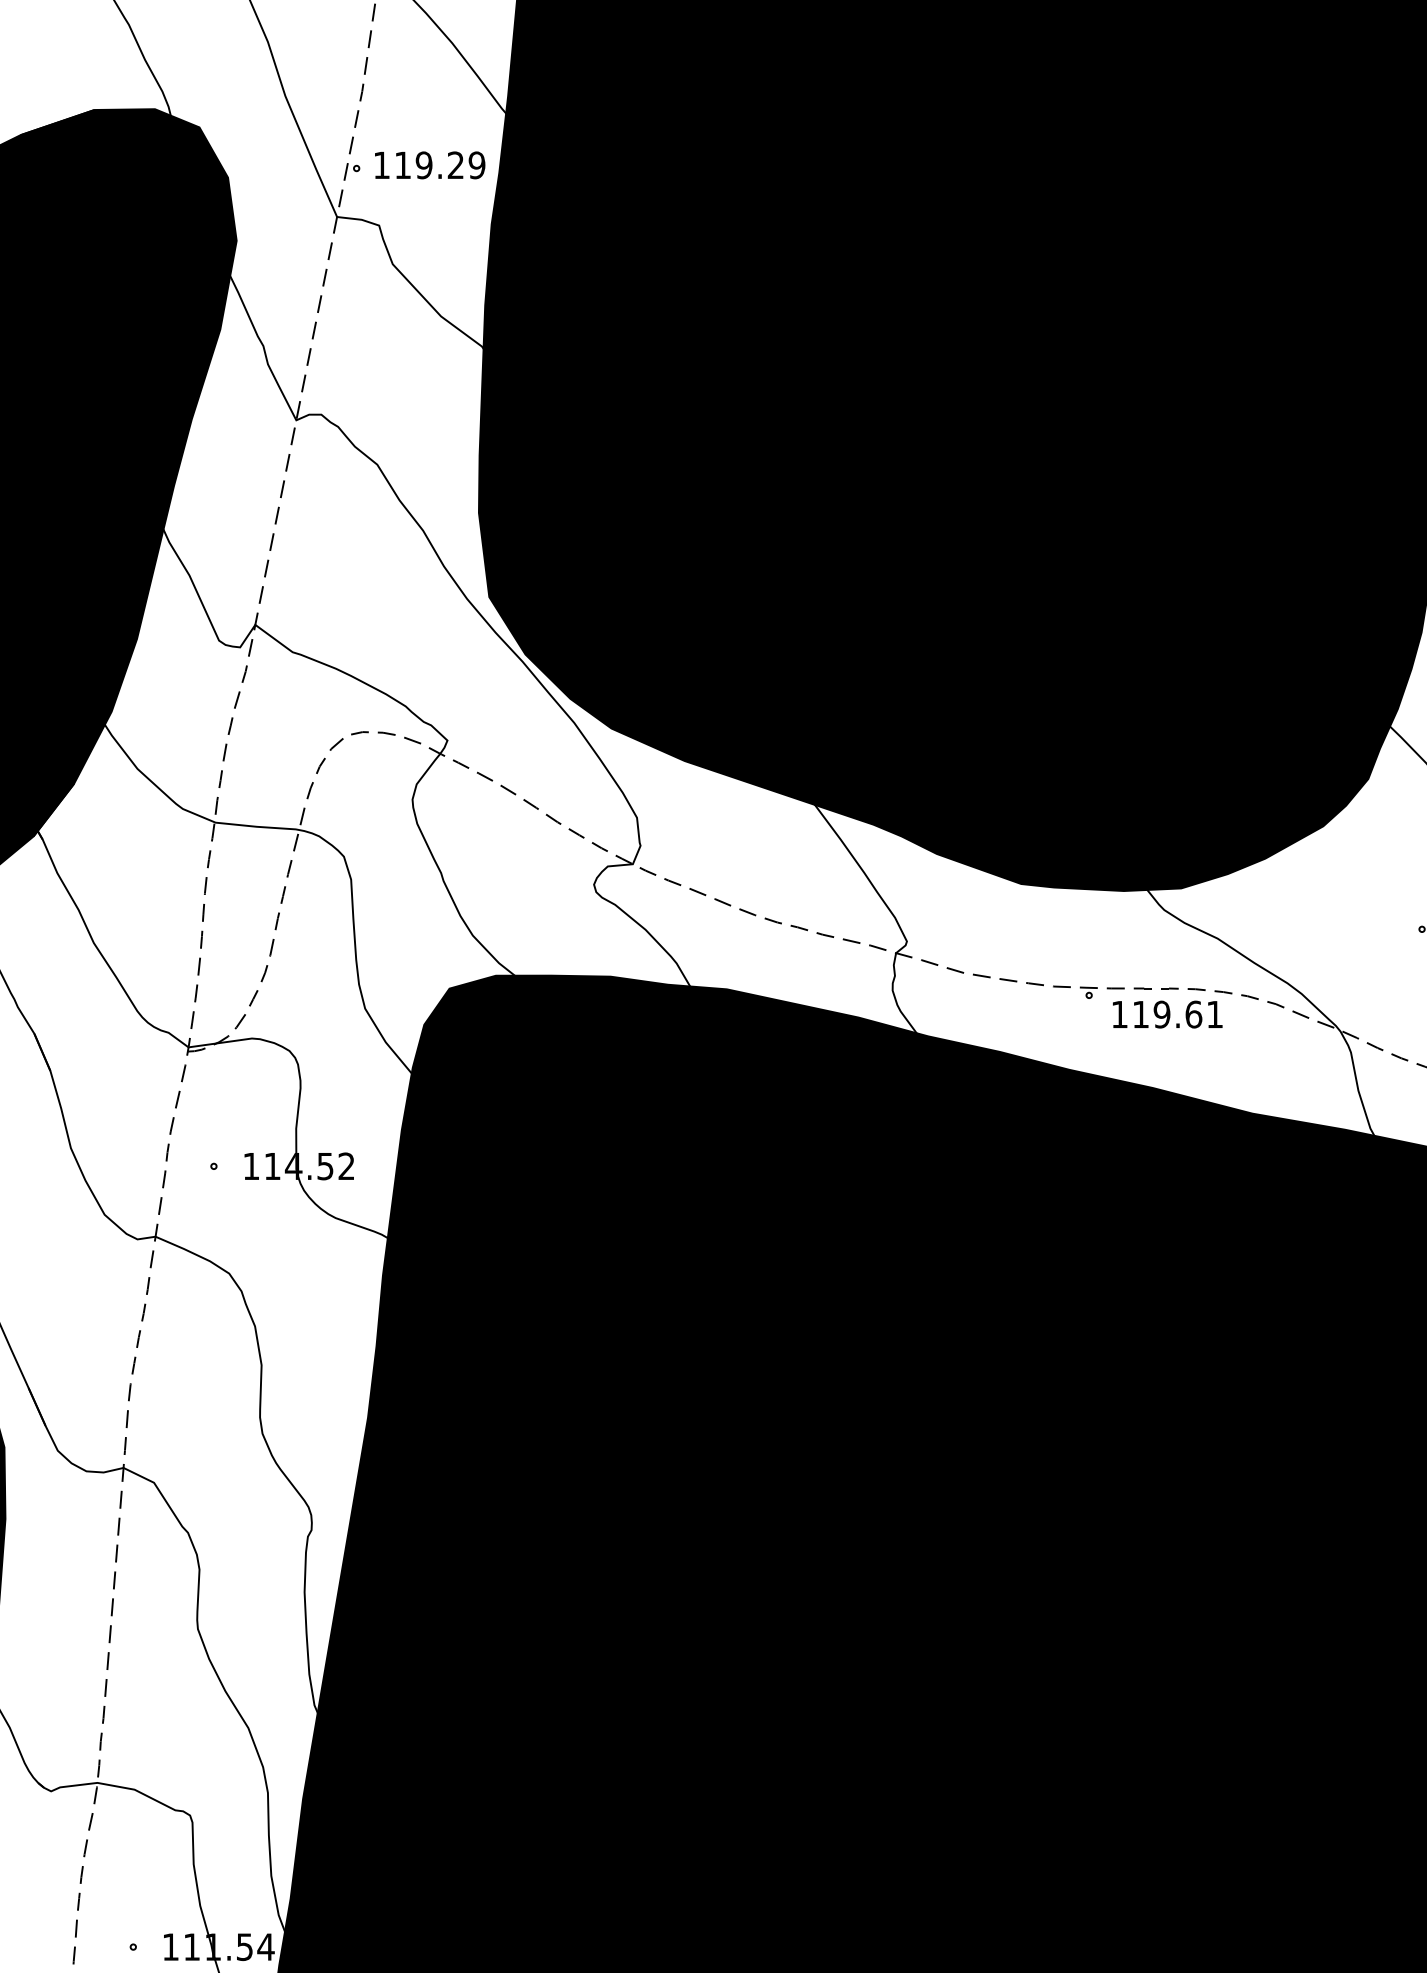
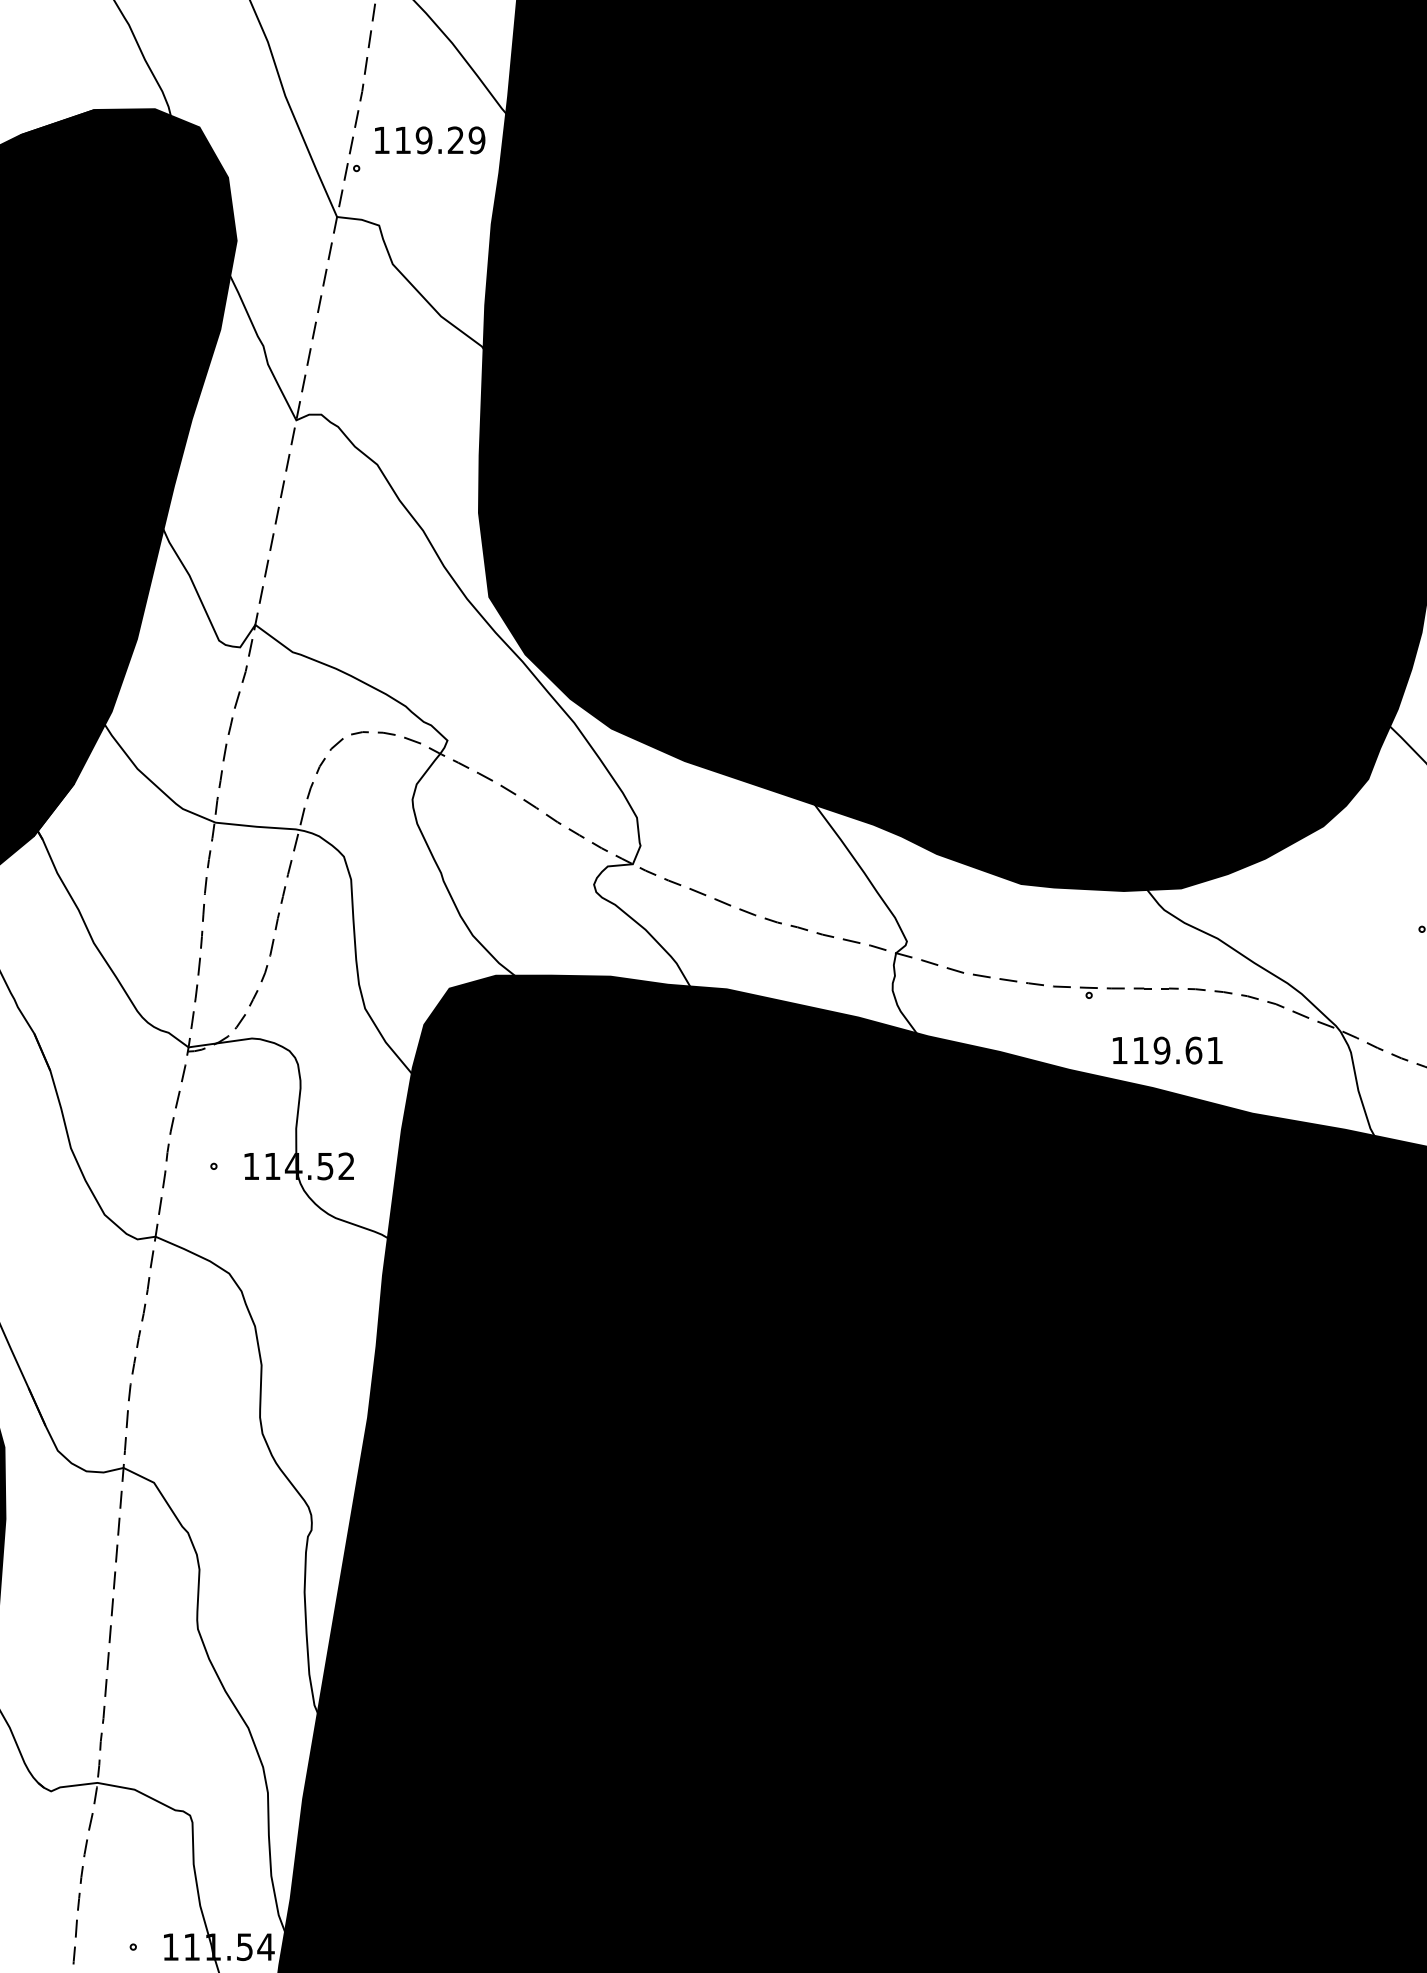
text at (430, 165) position: (430, 165) -> (430, 140)
text at (1167, 1014) position: (1167, 1014) -> (1167, 1050)
